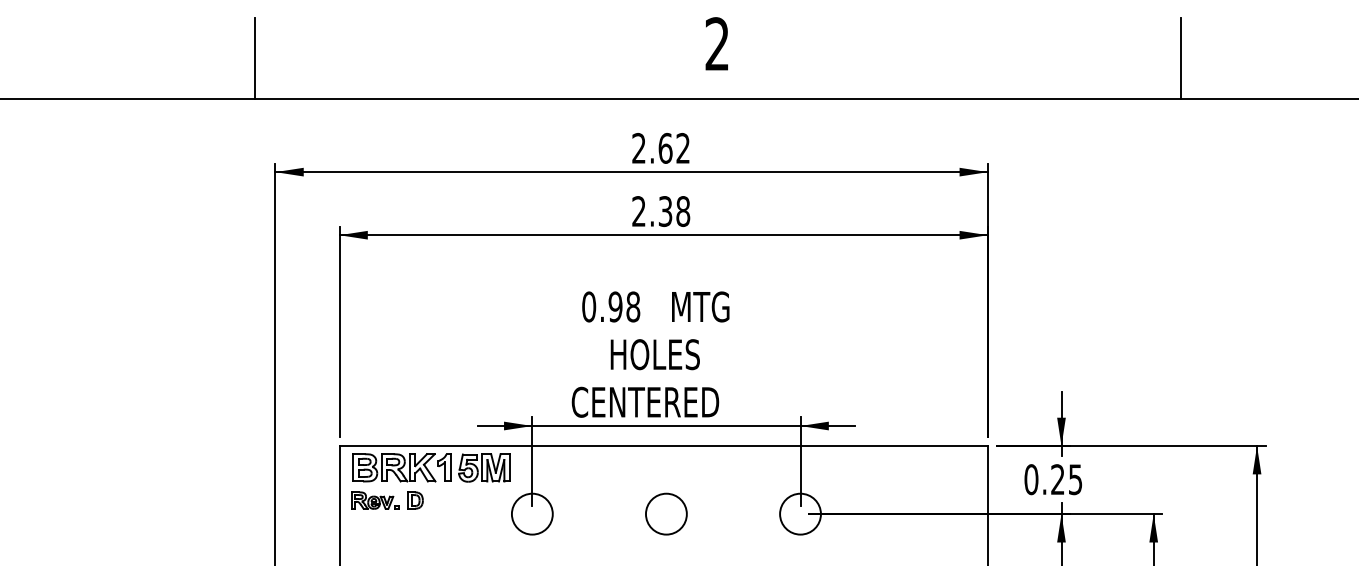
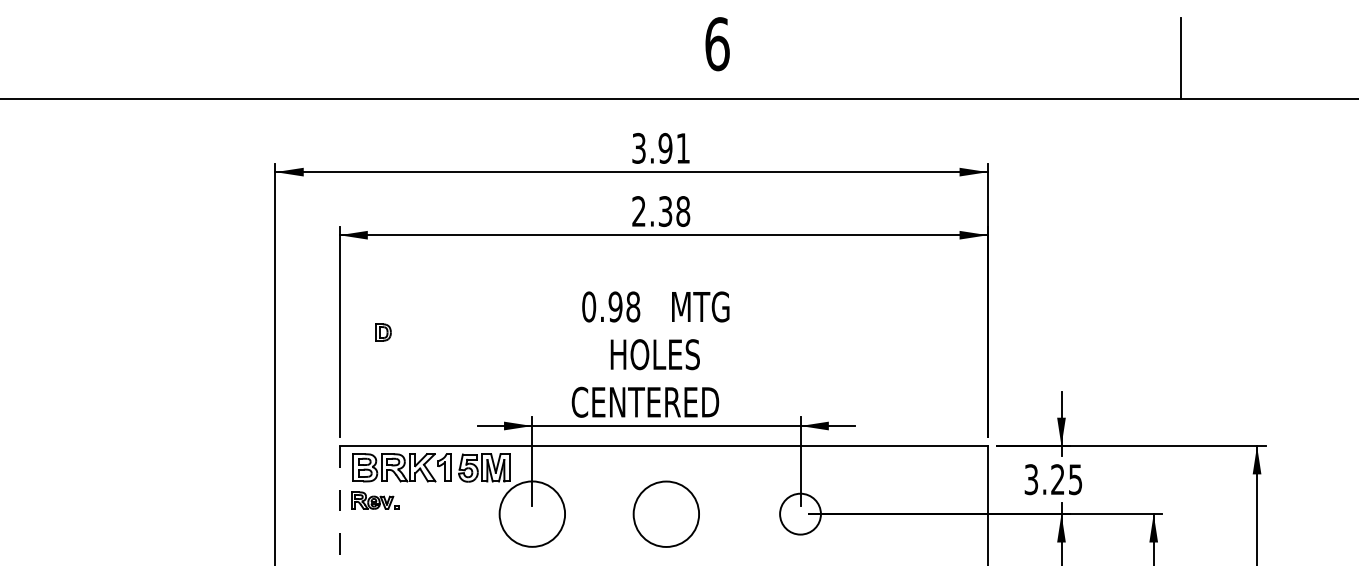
text at (717, 44): 2 -> 6
line at (254, 58): present -> none
text at (660, 147): 2.62 -> 3.91
text at (1031, 479): 0.25 -> 3.25
part at (415, 500) position: (415, 500) -> (383, 332)
line at (339, 505): solid -> dashed
circle at (531, 513) diameter: 41 px -> 65 px
circle at (666, 513) size: 43x44 px -> 68x68 px
